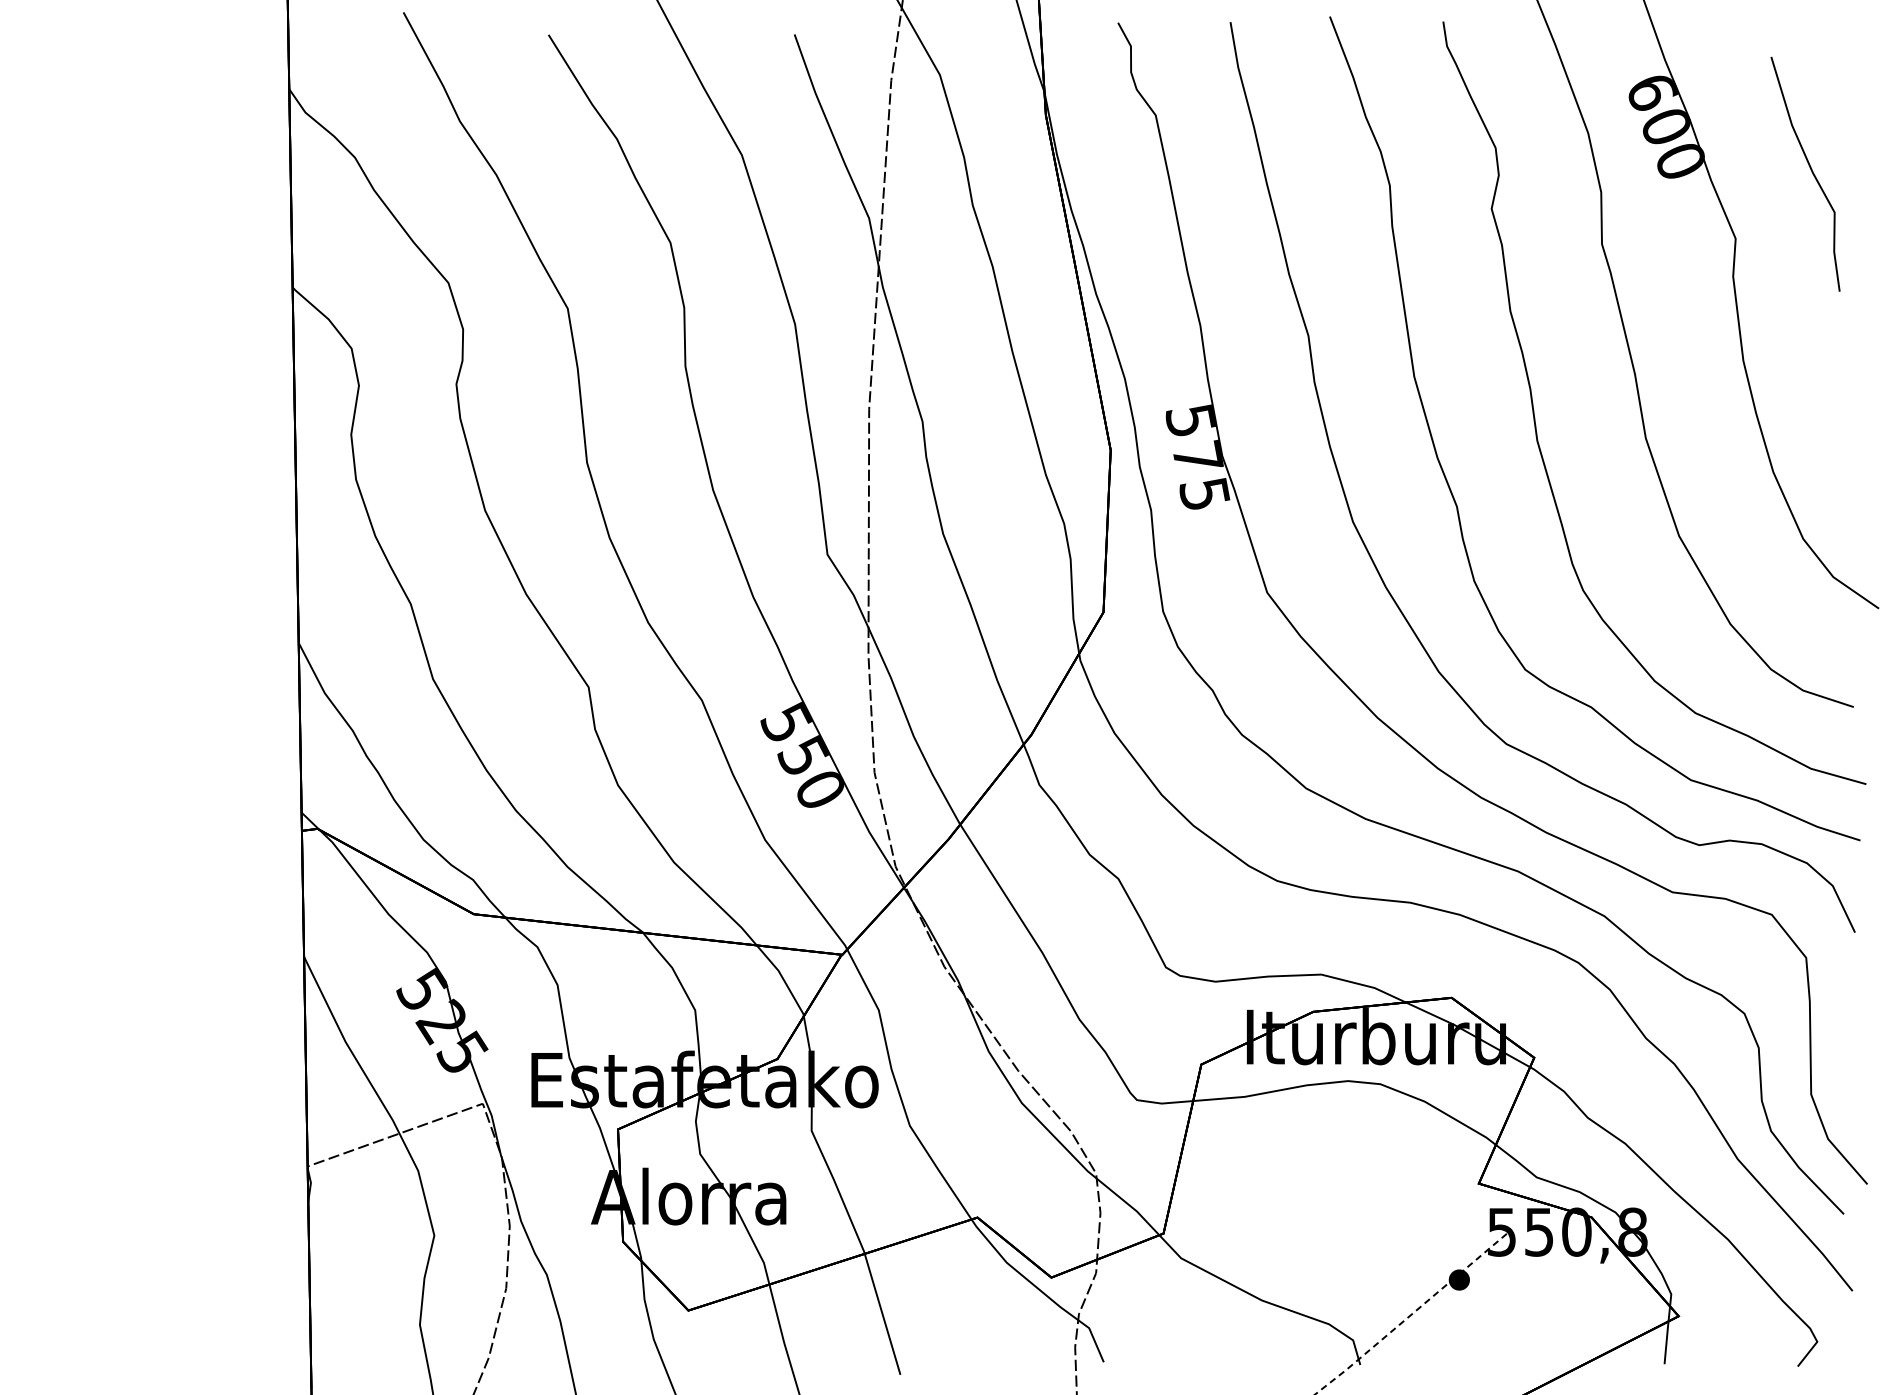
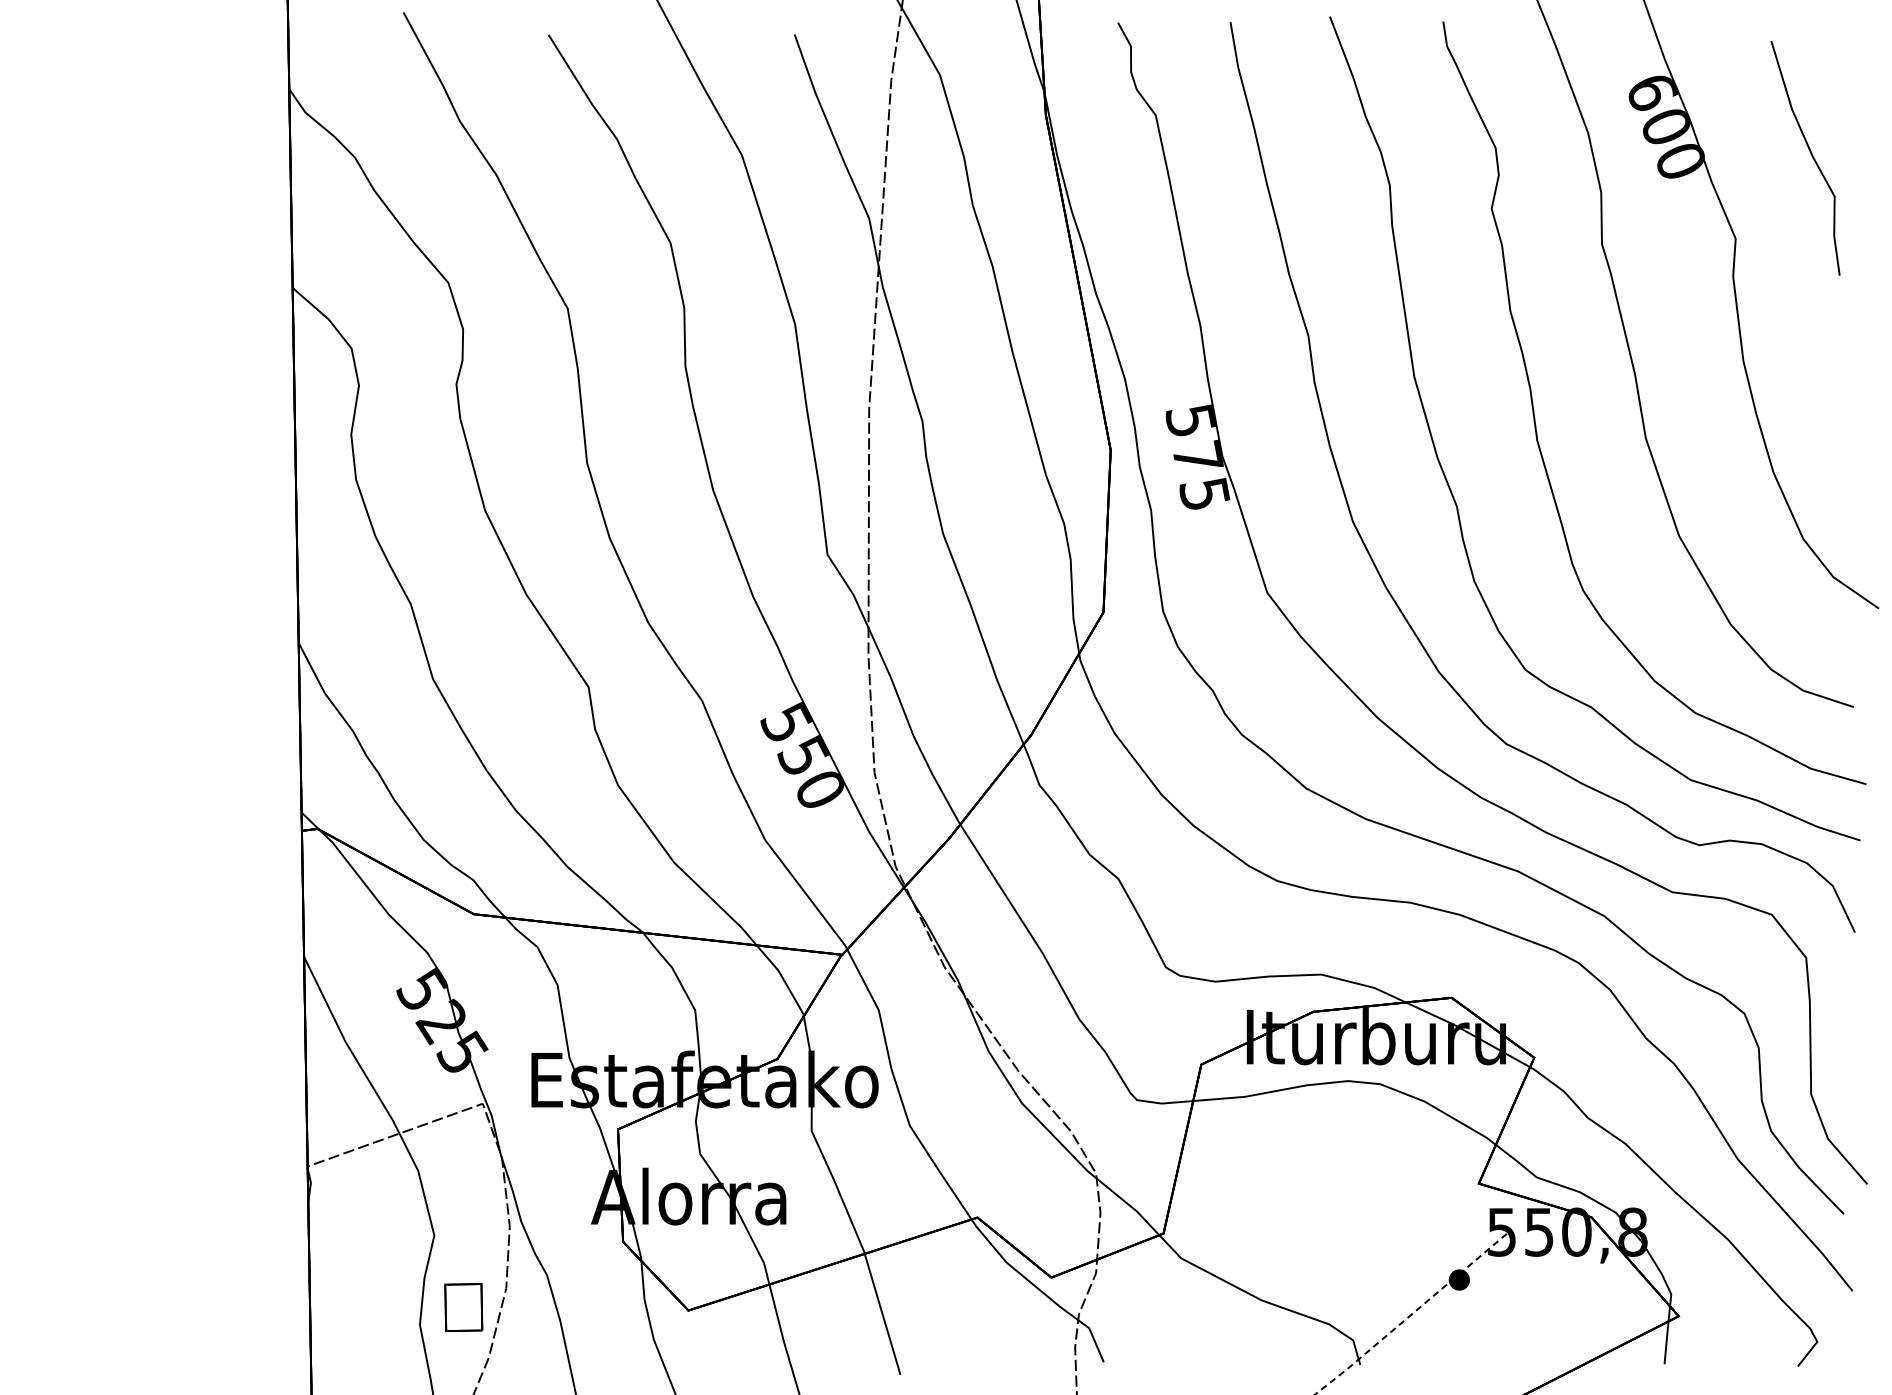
curve at (1810, 170) position: (1810, 170) -> (1810, 154)
part at (463, 1307): none -> present
